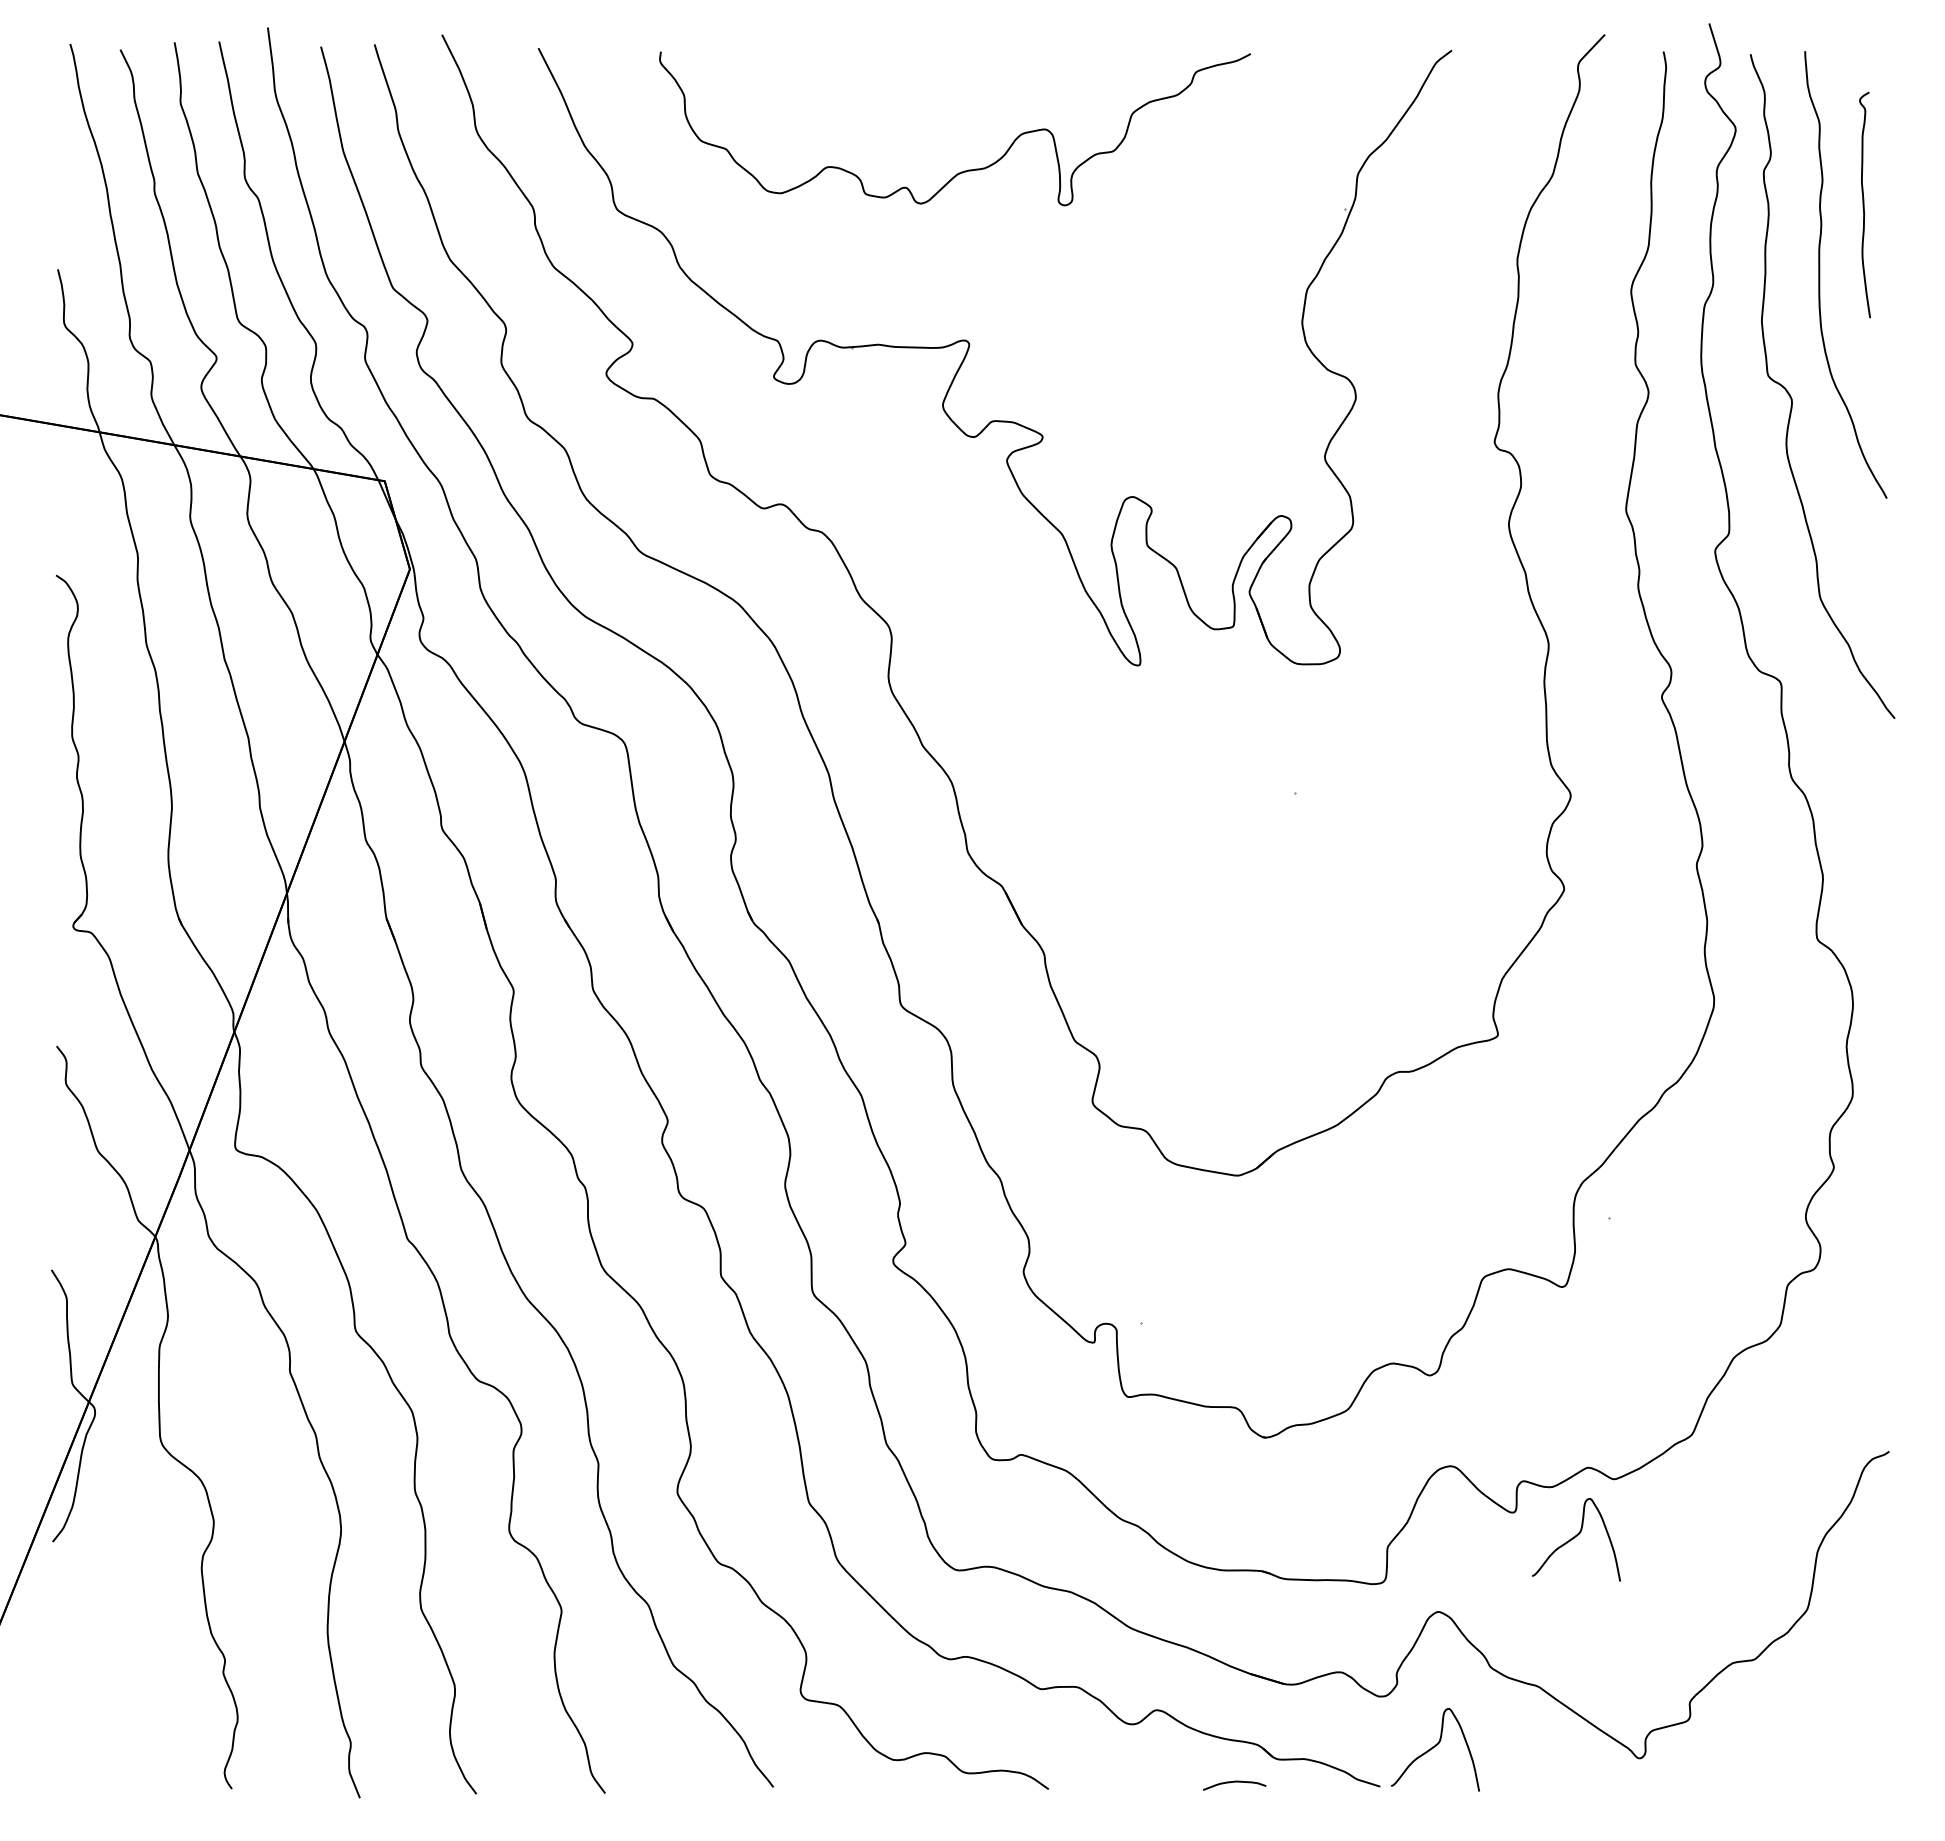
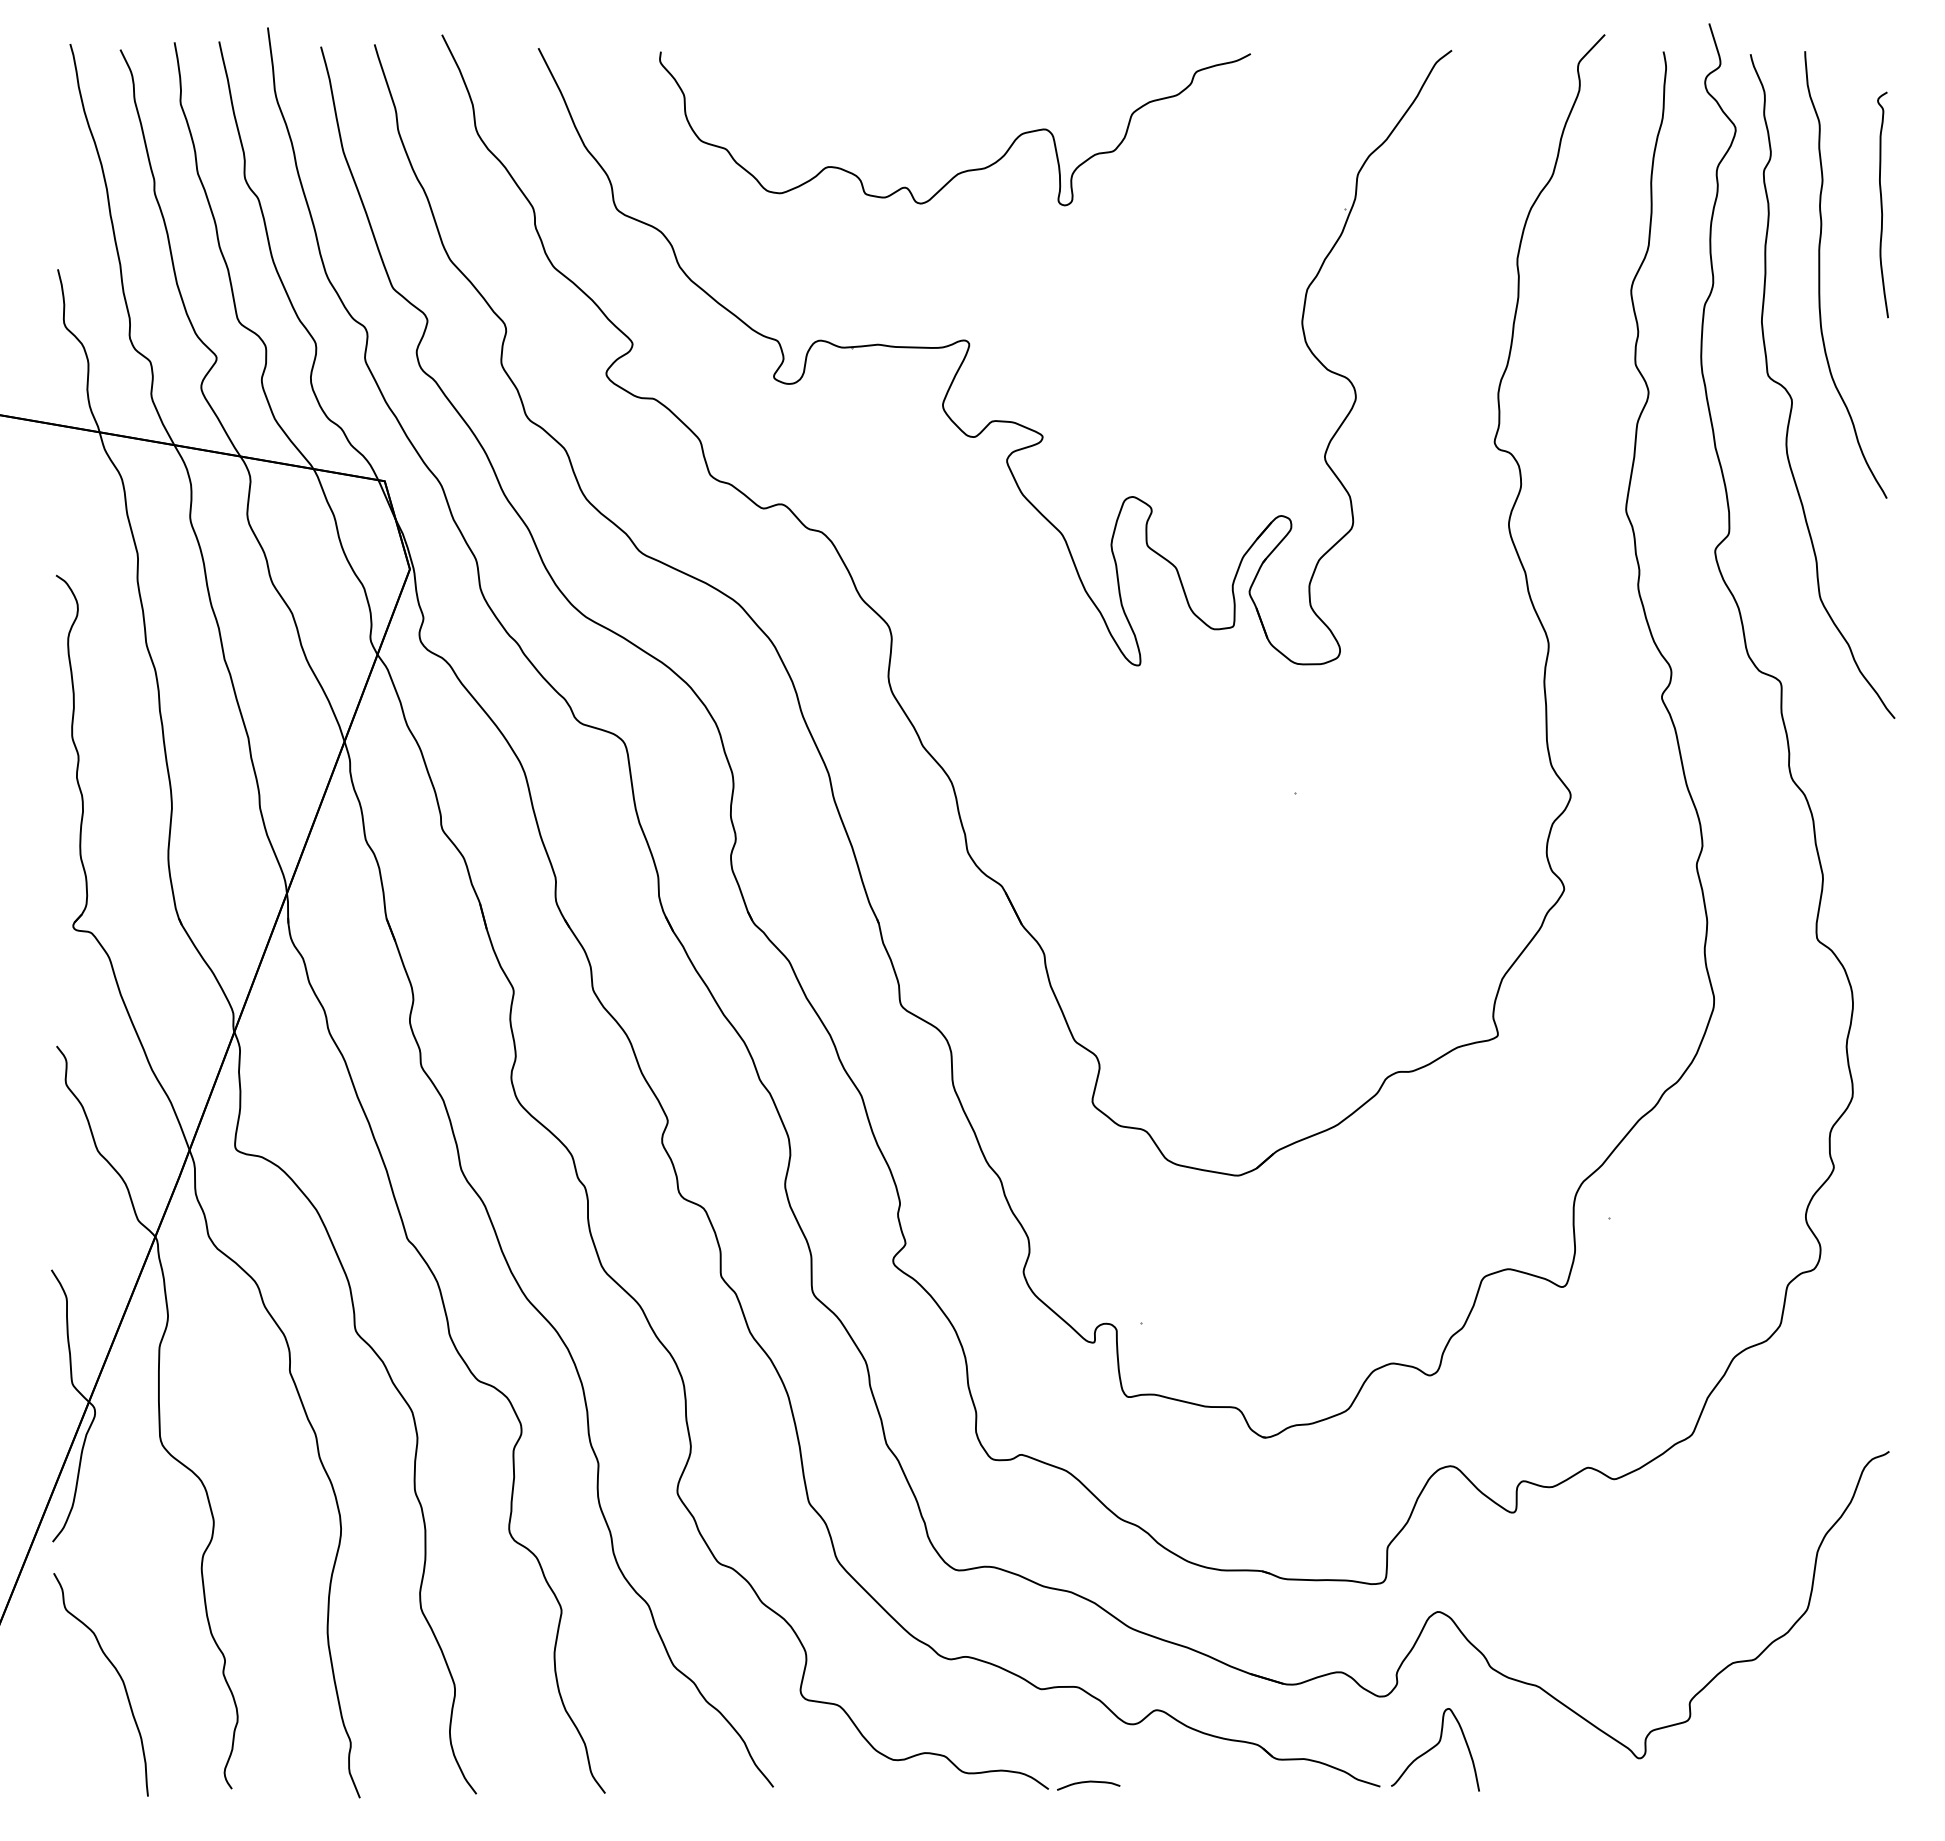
curve at (1864, 204) position: (1864, 204) -> (1882, 204)
curve at (1575, 1537): present -> none
curve at (118, 1675): none -> present
curve at (1234, 1782) position: (1234, 1782) -> (1088, 1782)
